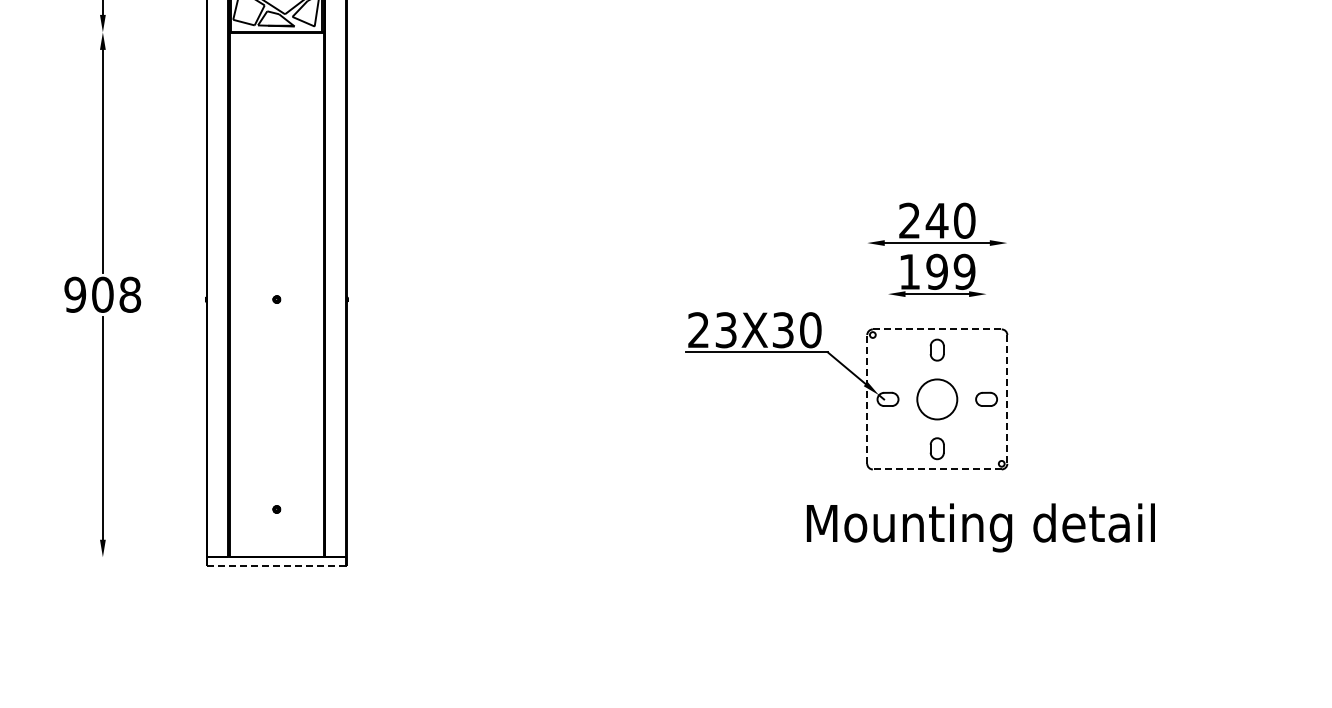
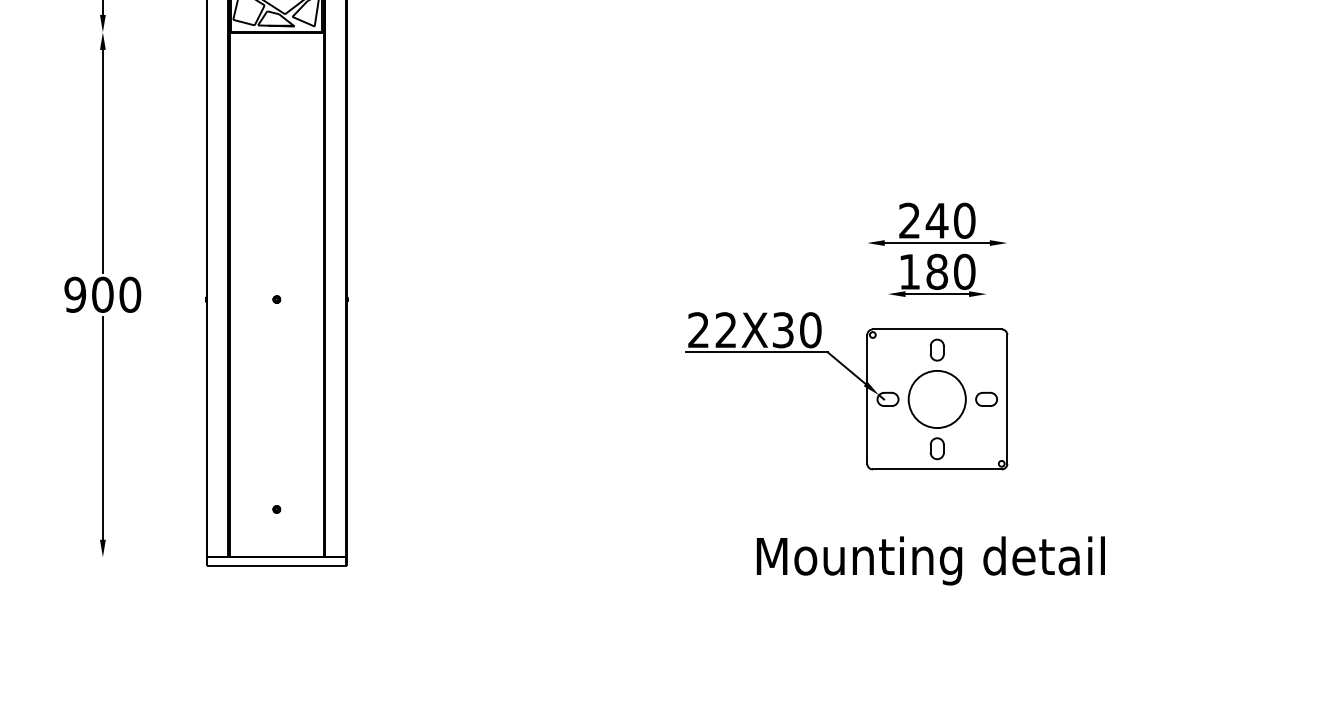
text at (950, 271): 199 -> 180
text at (130, 294): 908 -> 900
line at (937, 329): dashed -> solid
text at (725, 330): 23X30 -> 22X30
line at (867, 398): dashed -> solid
circle at (937, 399) diameter: 40 px -> 57 px
line at (1007, 399): dashed -> solid
line at (936, 469): dashed -> solid
text at (980, 527) position: (980, 527) -> (930, 560)
line at (277, 566): dashed -> solid
